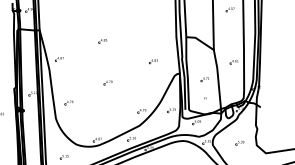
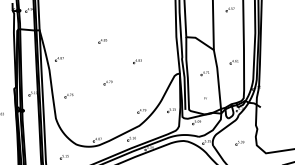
part at (153, 61) position: (153, 61) -> (137, 61)
part at (204, 79) position: (204, 79) -> (204, 73)
part at (68, 102) position: (68, 102) -> (68, 95)
